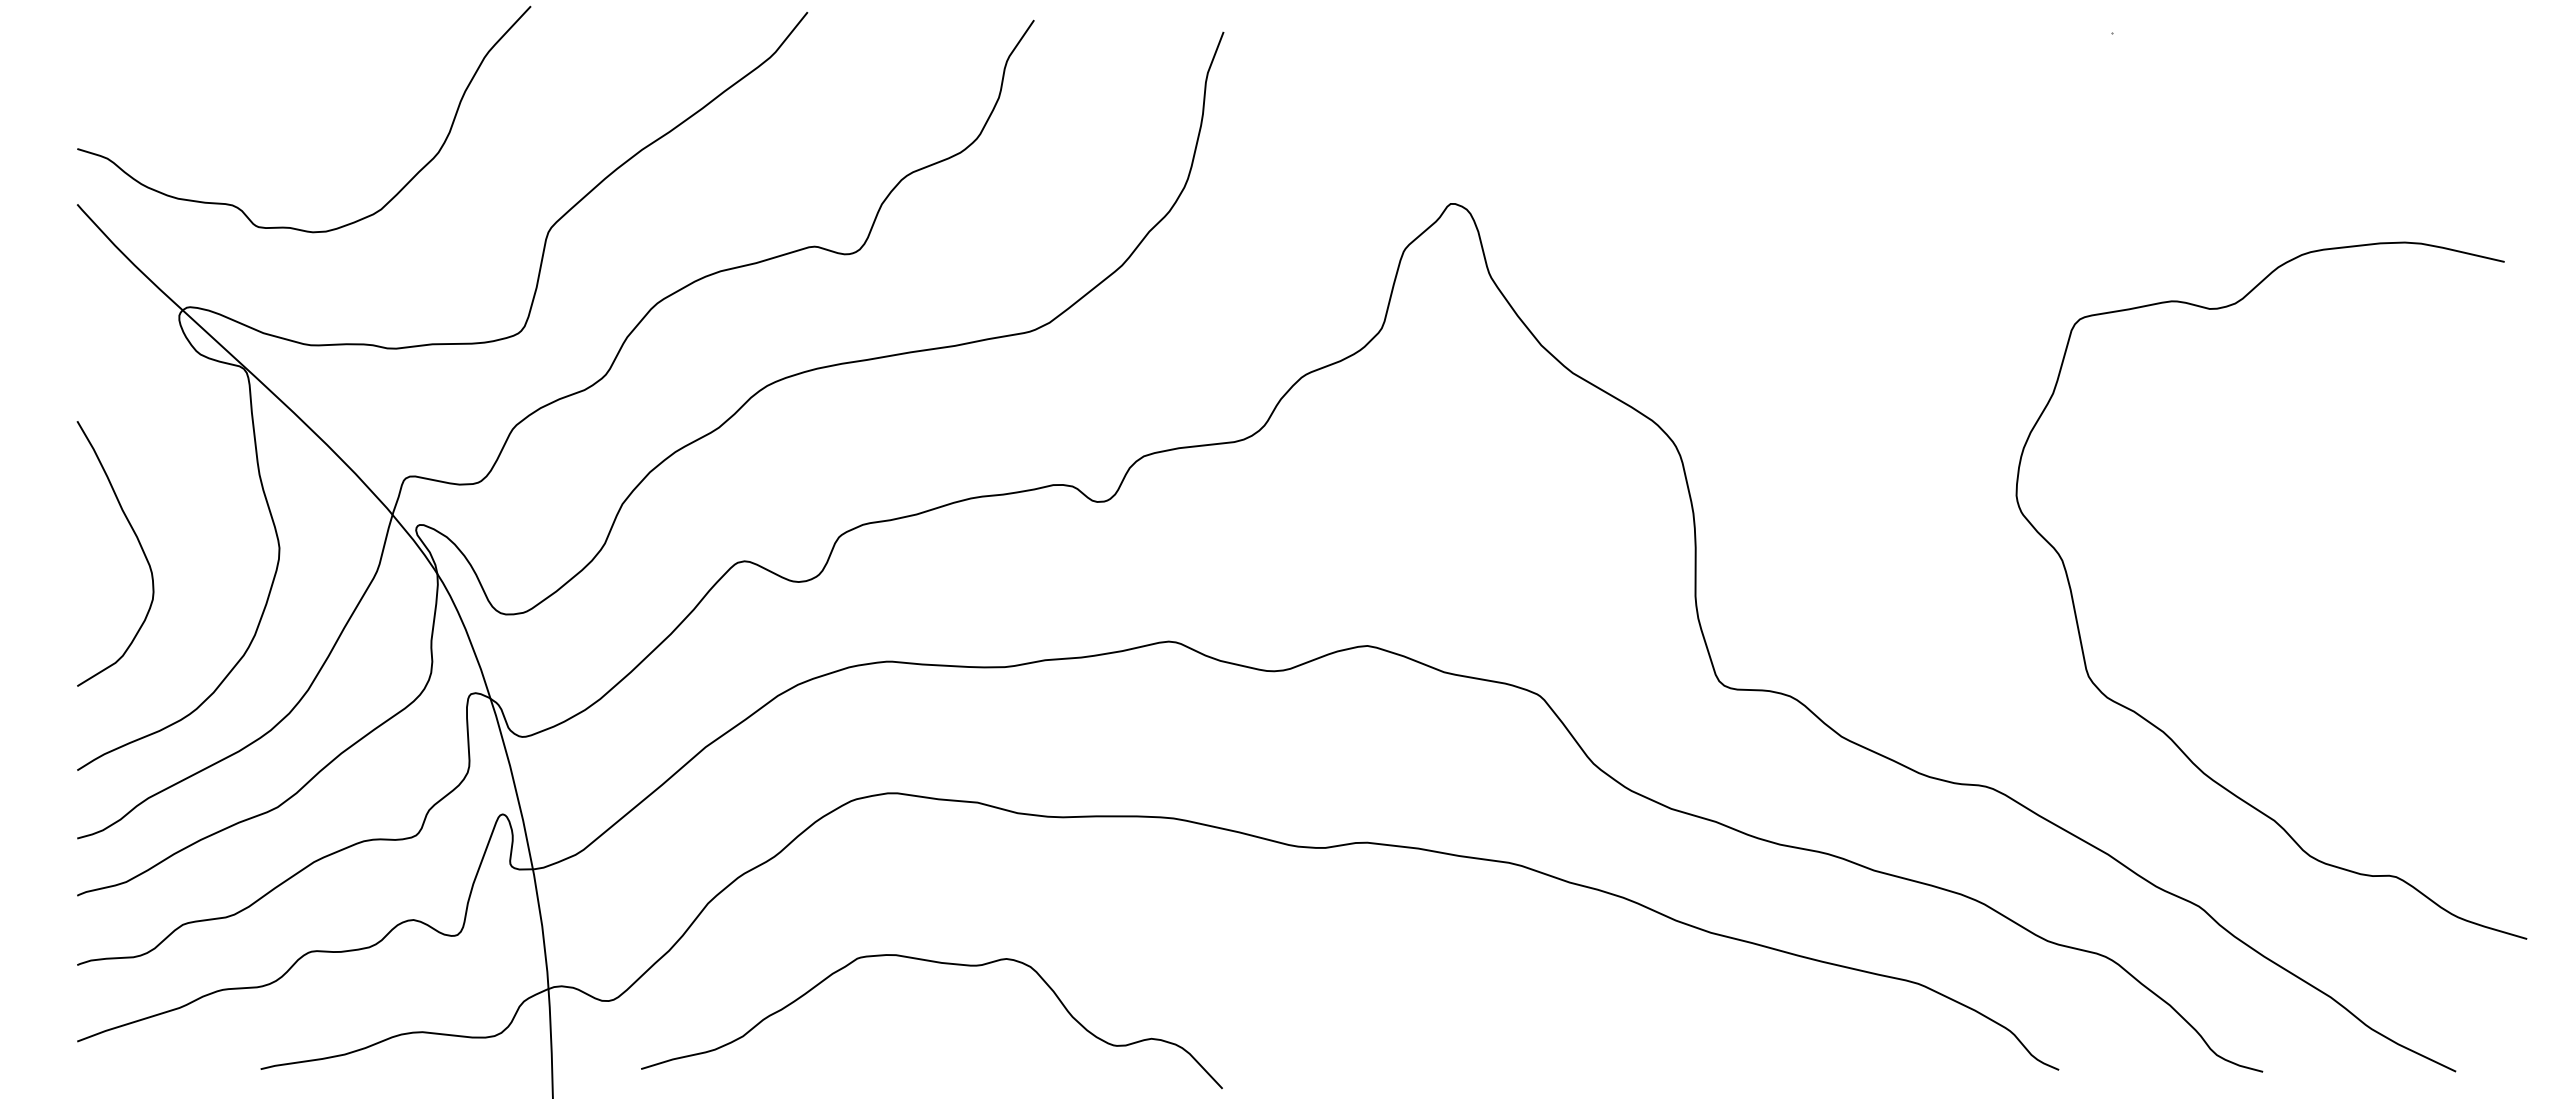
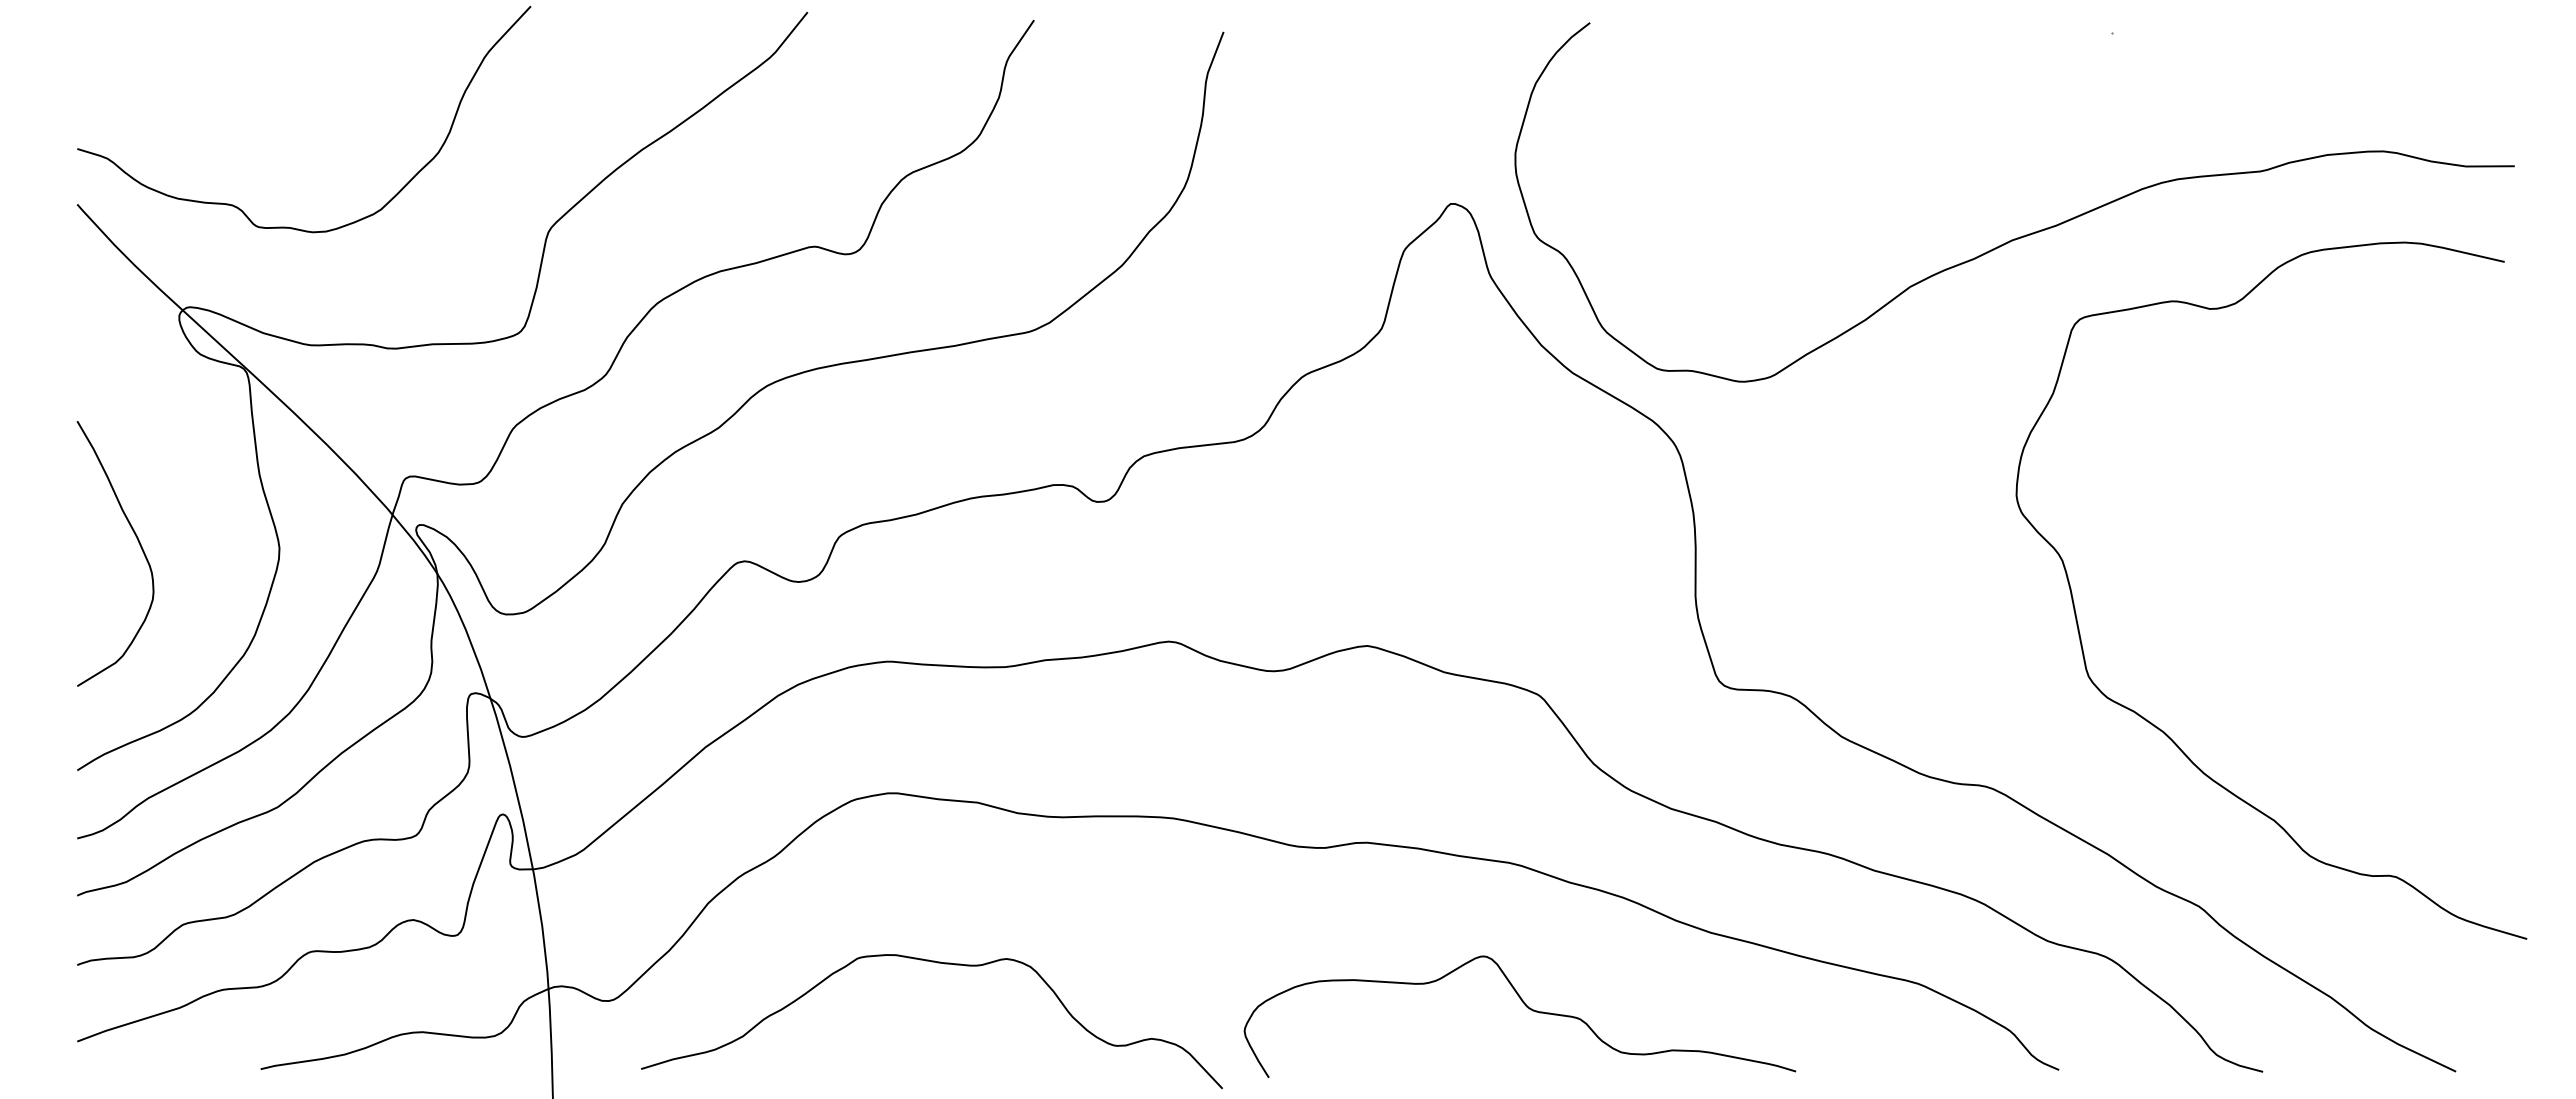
curve at (2026, 234): none -> present
curve at (1526, 1007): none -> present
